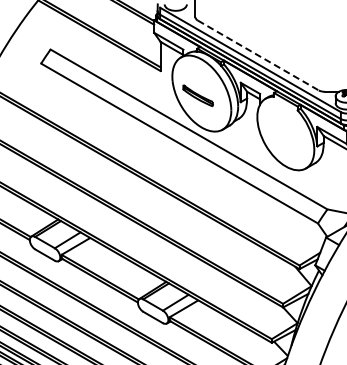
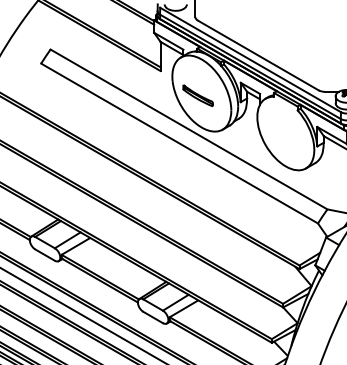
line at (258, 55): dashed -> solid
line at (82, 314): none -> present
